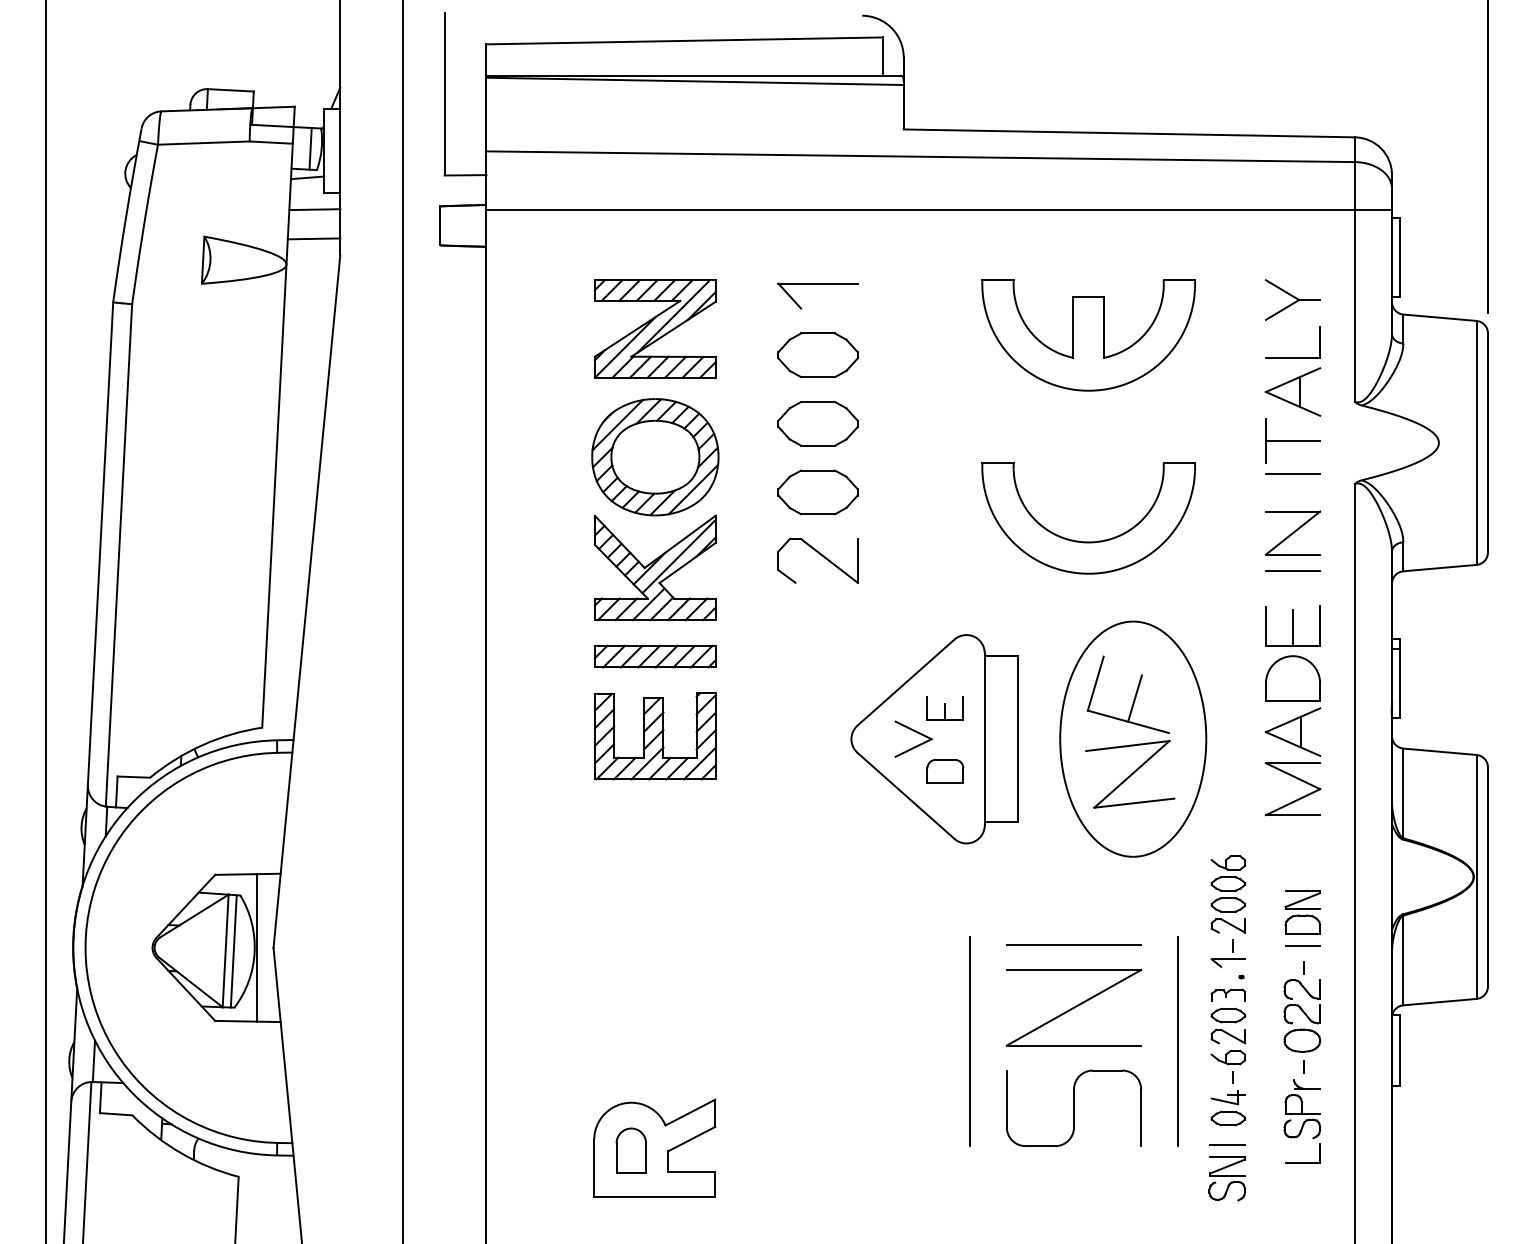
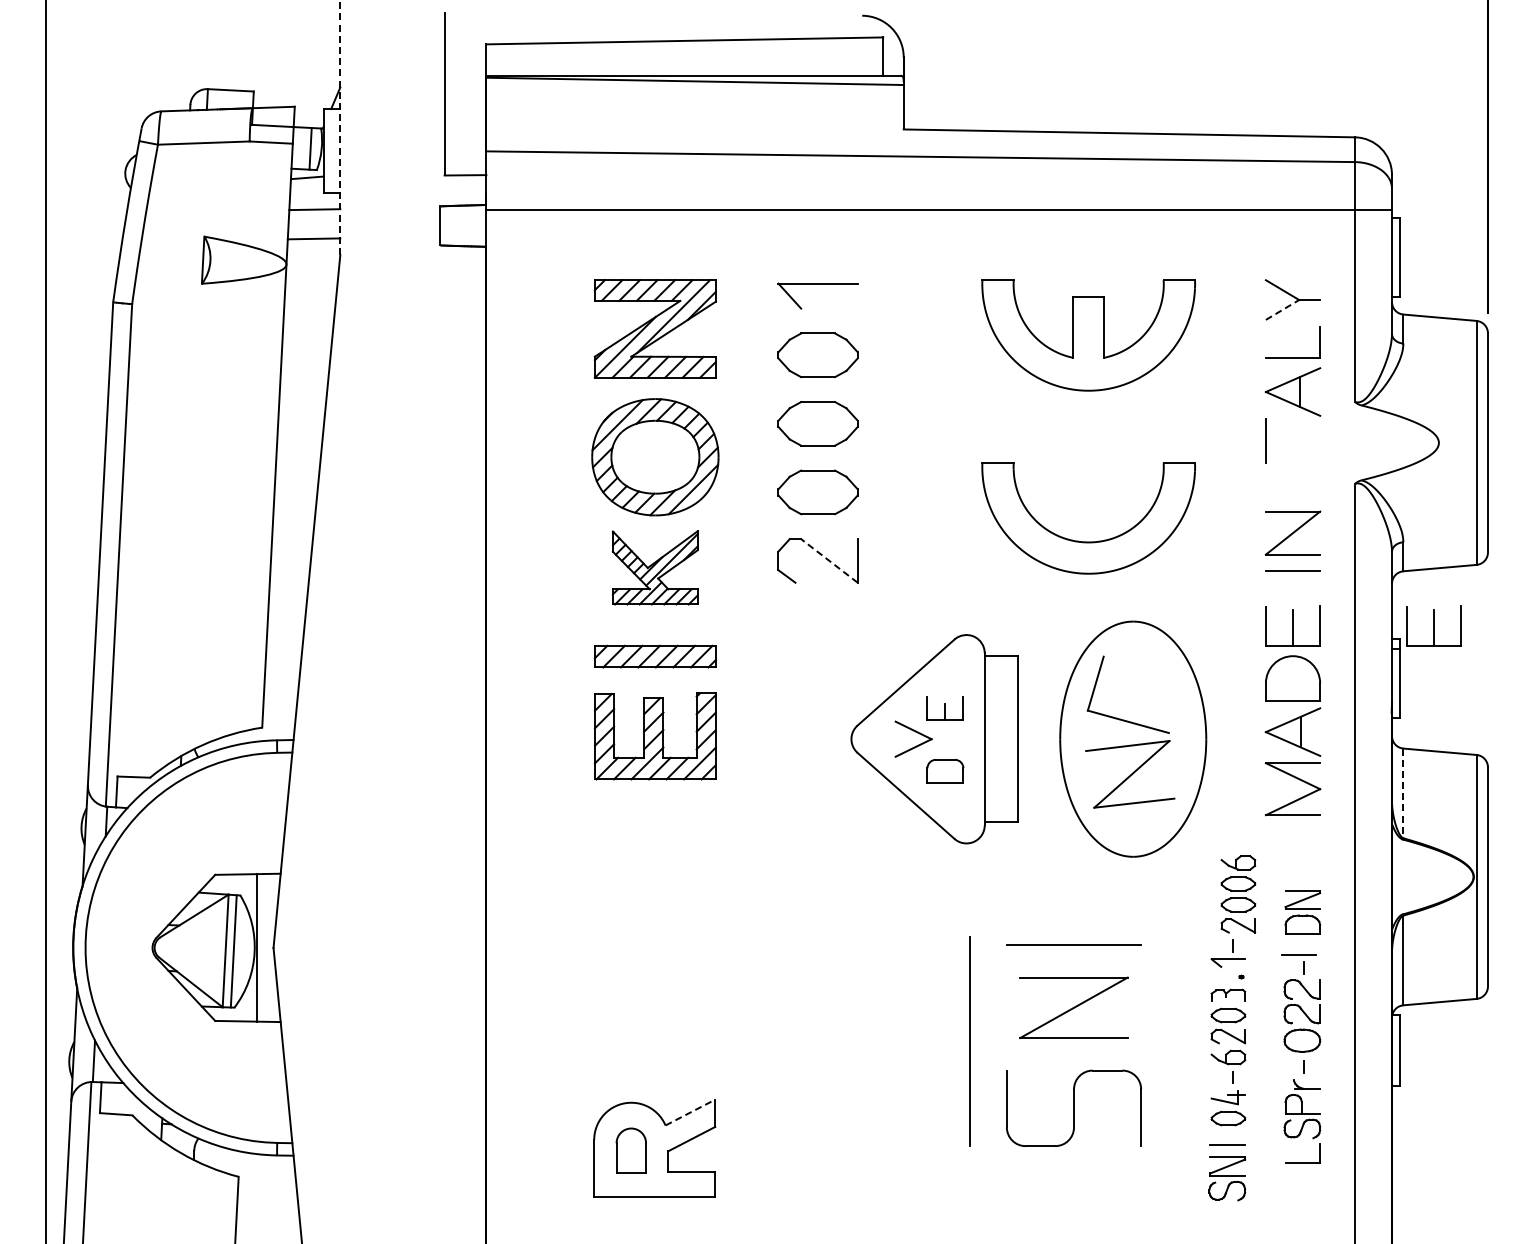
line at (340, 127): solid -> dashed
line at (1282, 309): solid -> dashed
line at (1292, 440): present -> none
line at (1292, 474): present -> none
line at (829, 560): solid -> dashed
part at (654, 567) size: 124x108 px -> 88x76 px
line at (402, 621): present -> none
part at (1433, 625): none -> present
line at (1134, 698): present -> none
line at (1403, 793): solid -> dashed
part at (1228, 894) position: (1228, 894) -> (1238, 894)
line at (1302, 945) position: (1302, 945) -> (1298, 954)
part at (1073, 1007) size: 138x78 px -> 110x63 px
line at (1178, 1041): present -> none
line at (690, 1112): solid -> dashed
